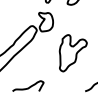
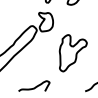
curve at (29, 86) position: (29, 86) -> (35, 86)
